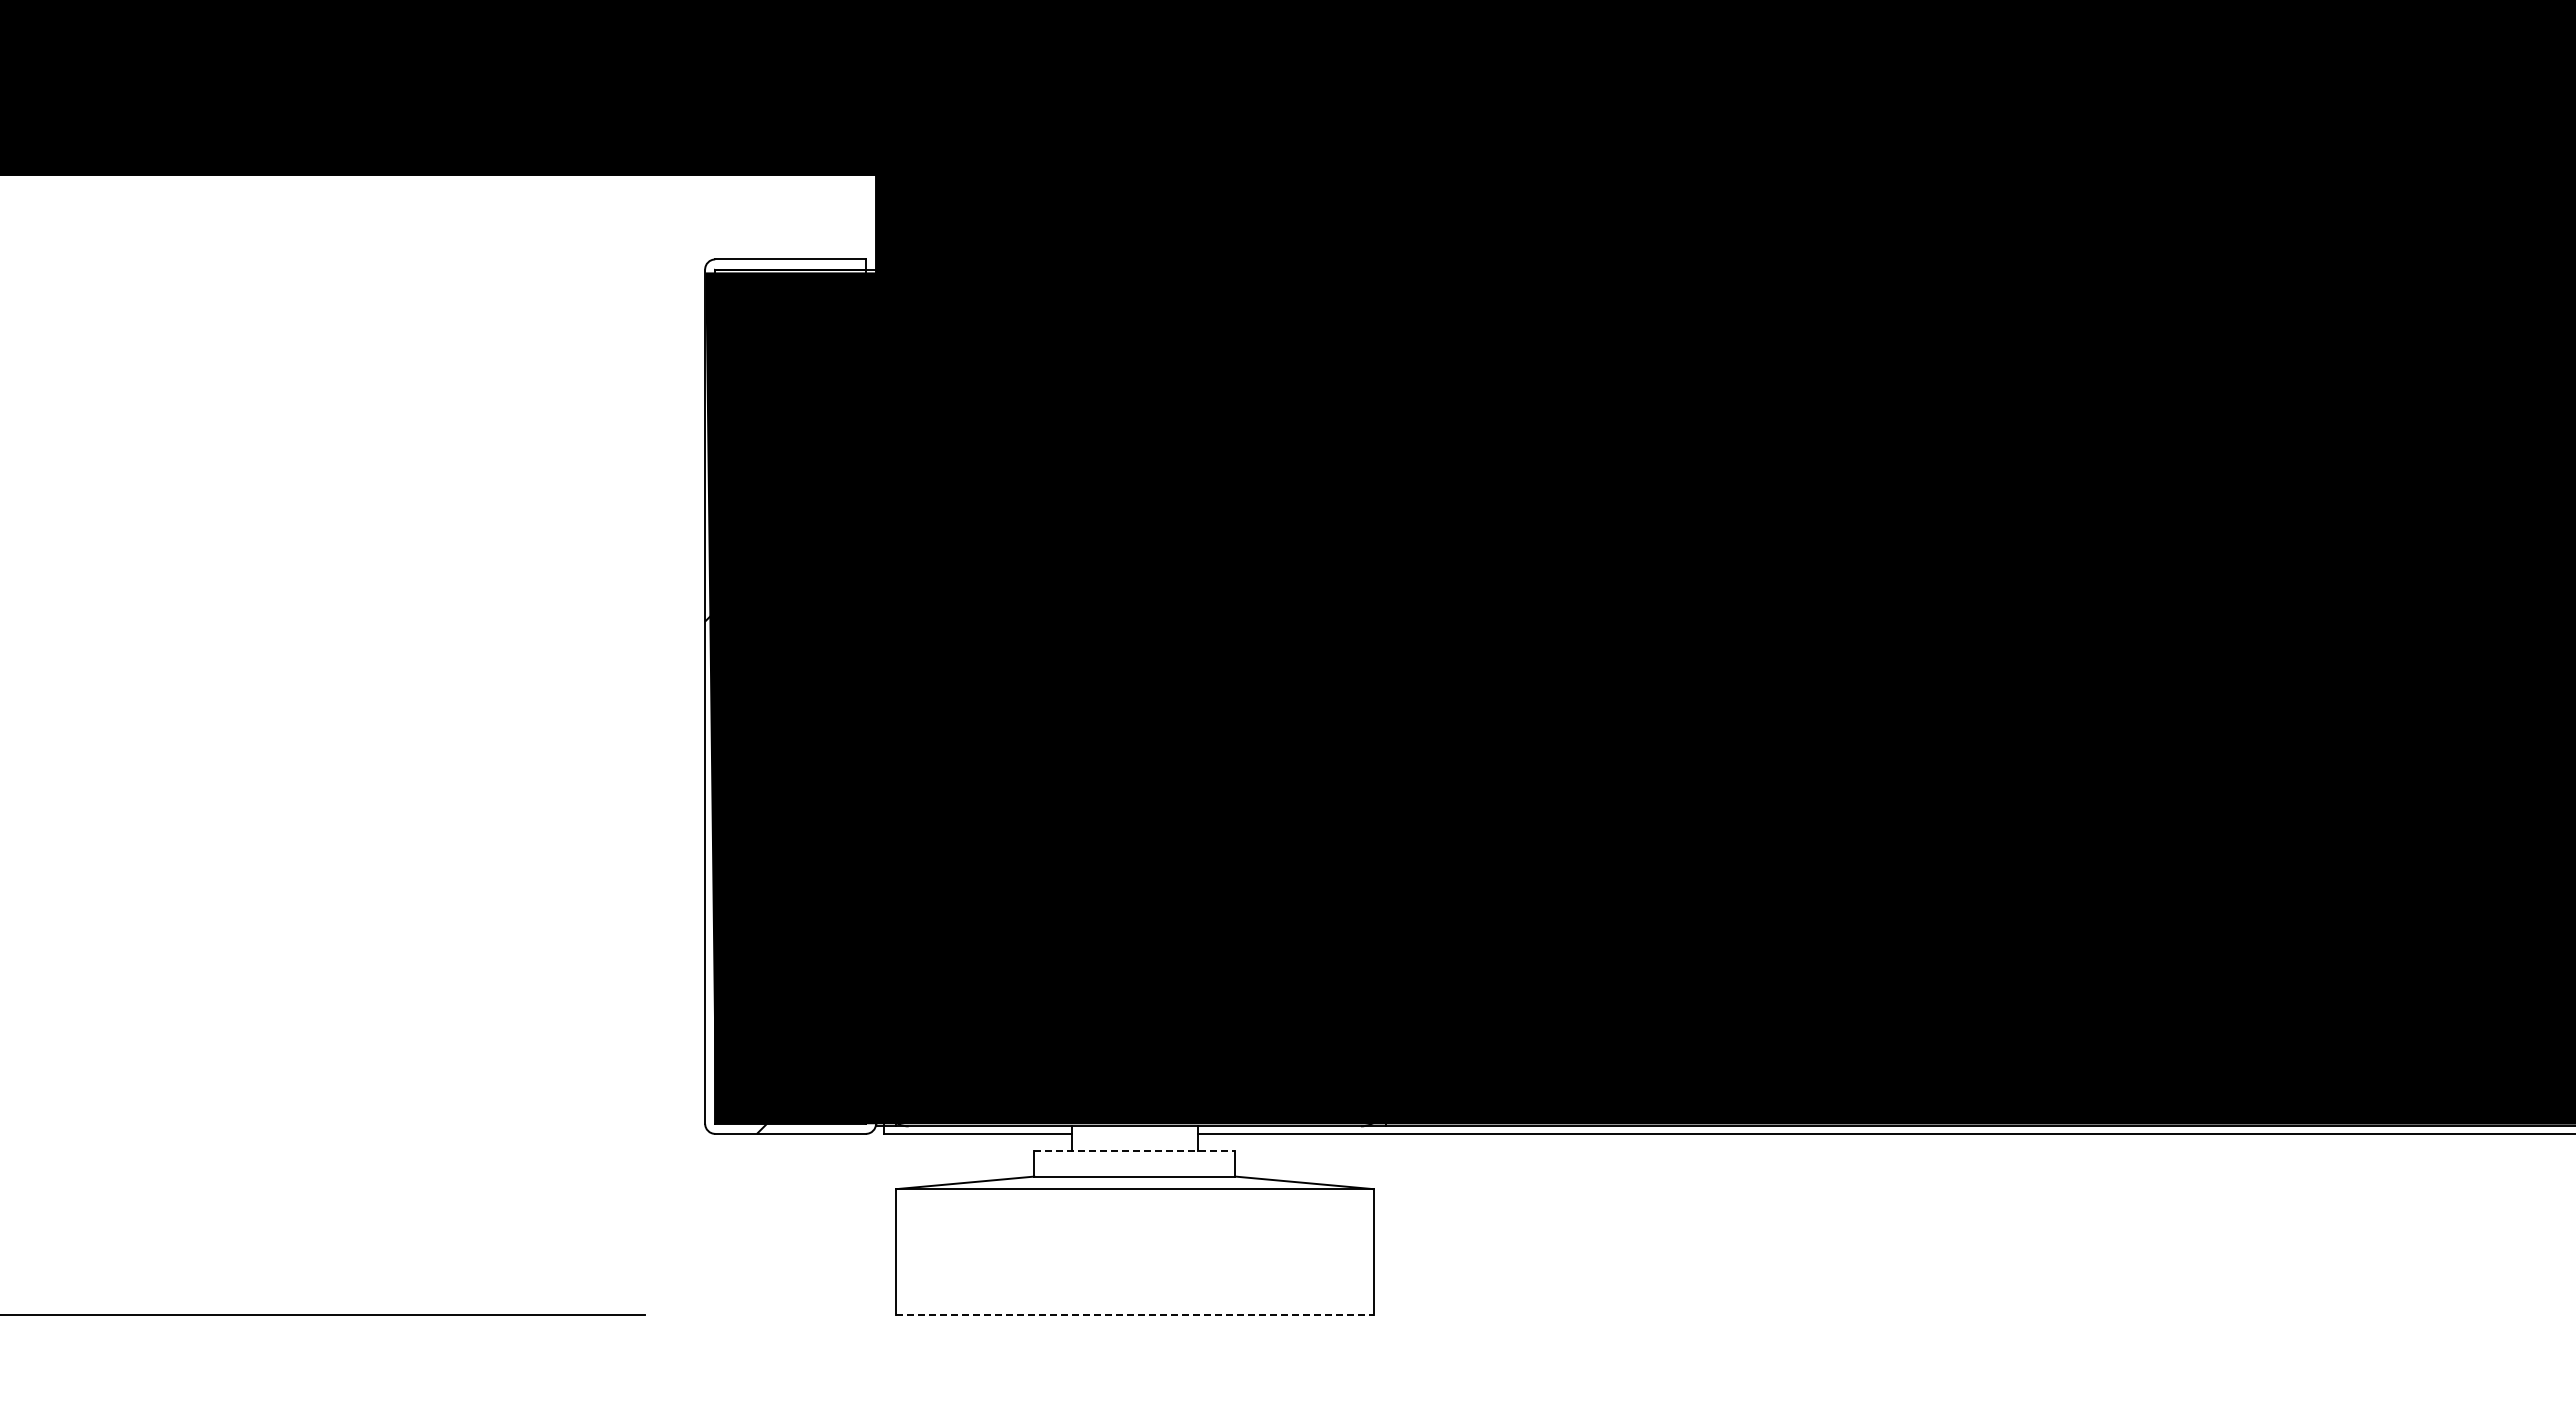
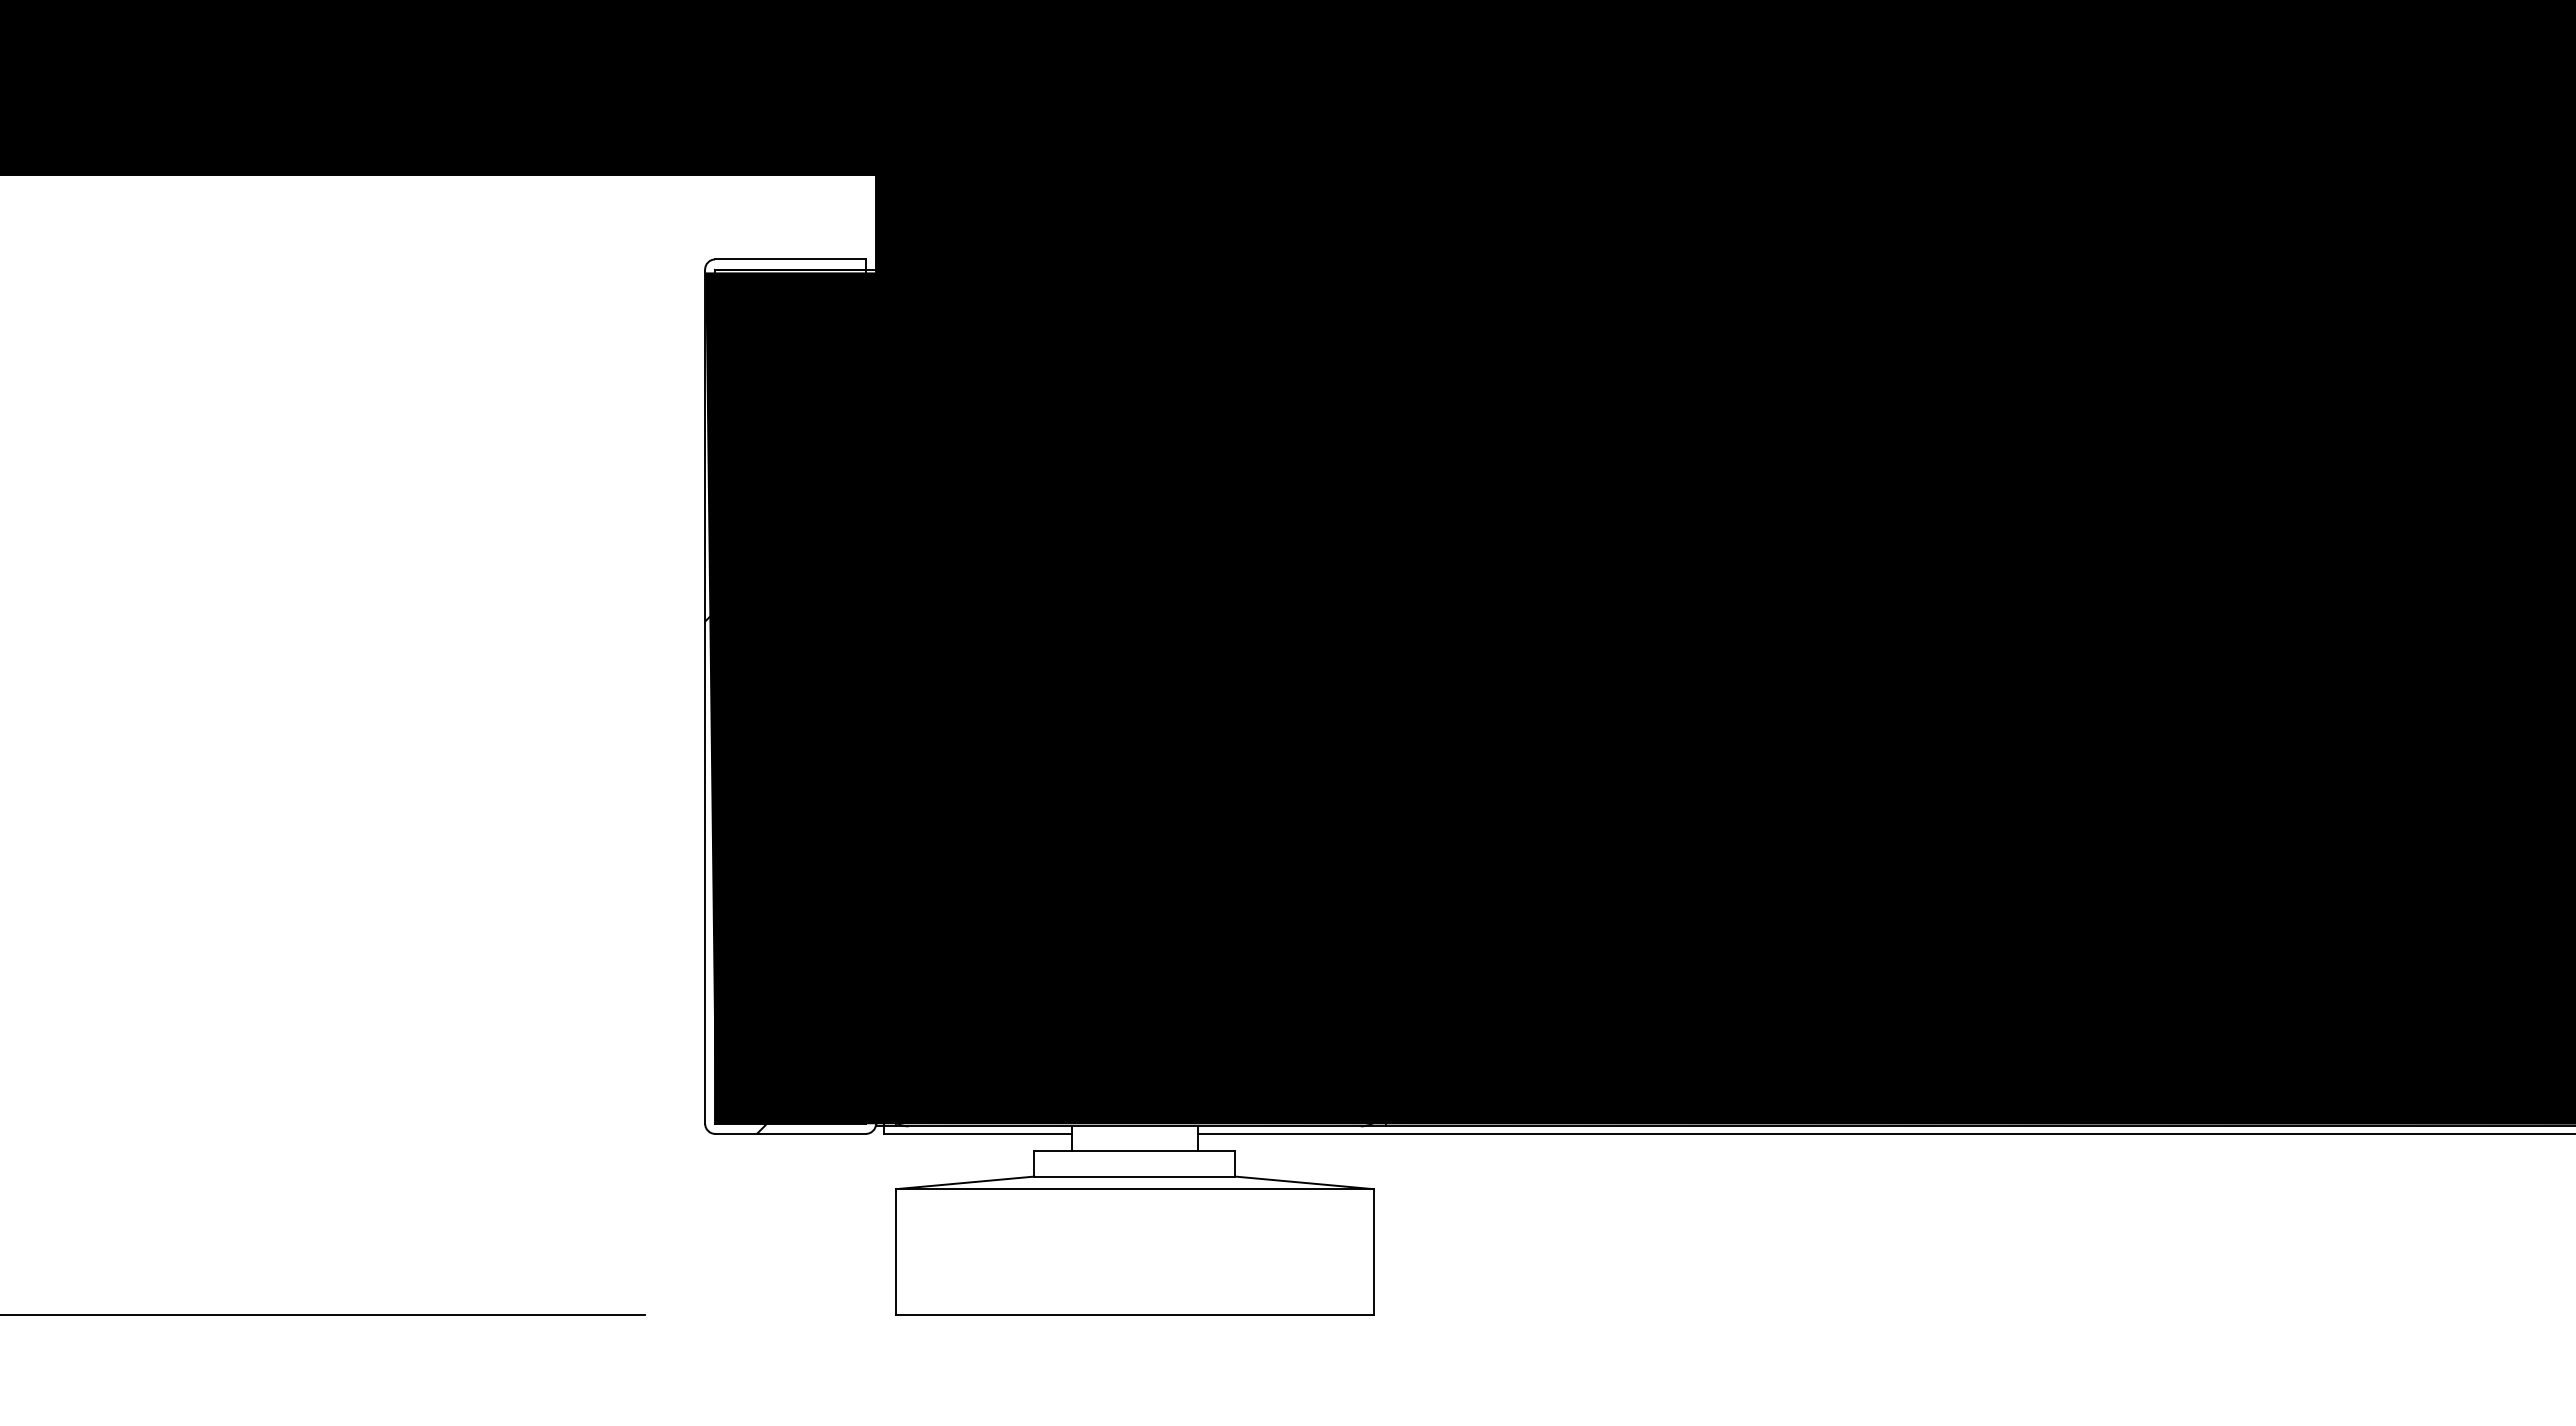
line at (1134, 1151): dashed -> solid
line at (1134, 1314): dashed -> solid
